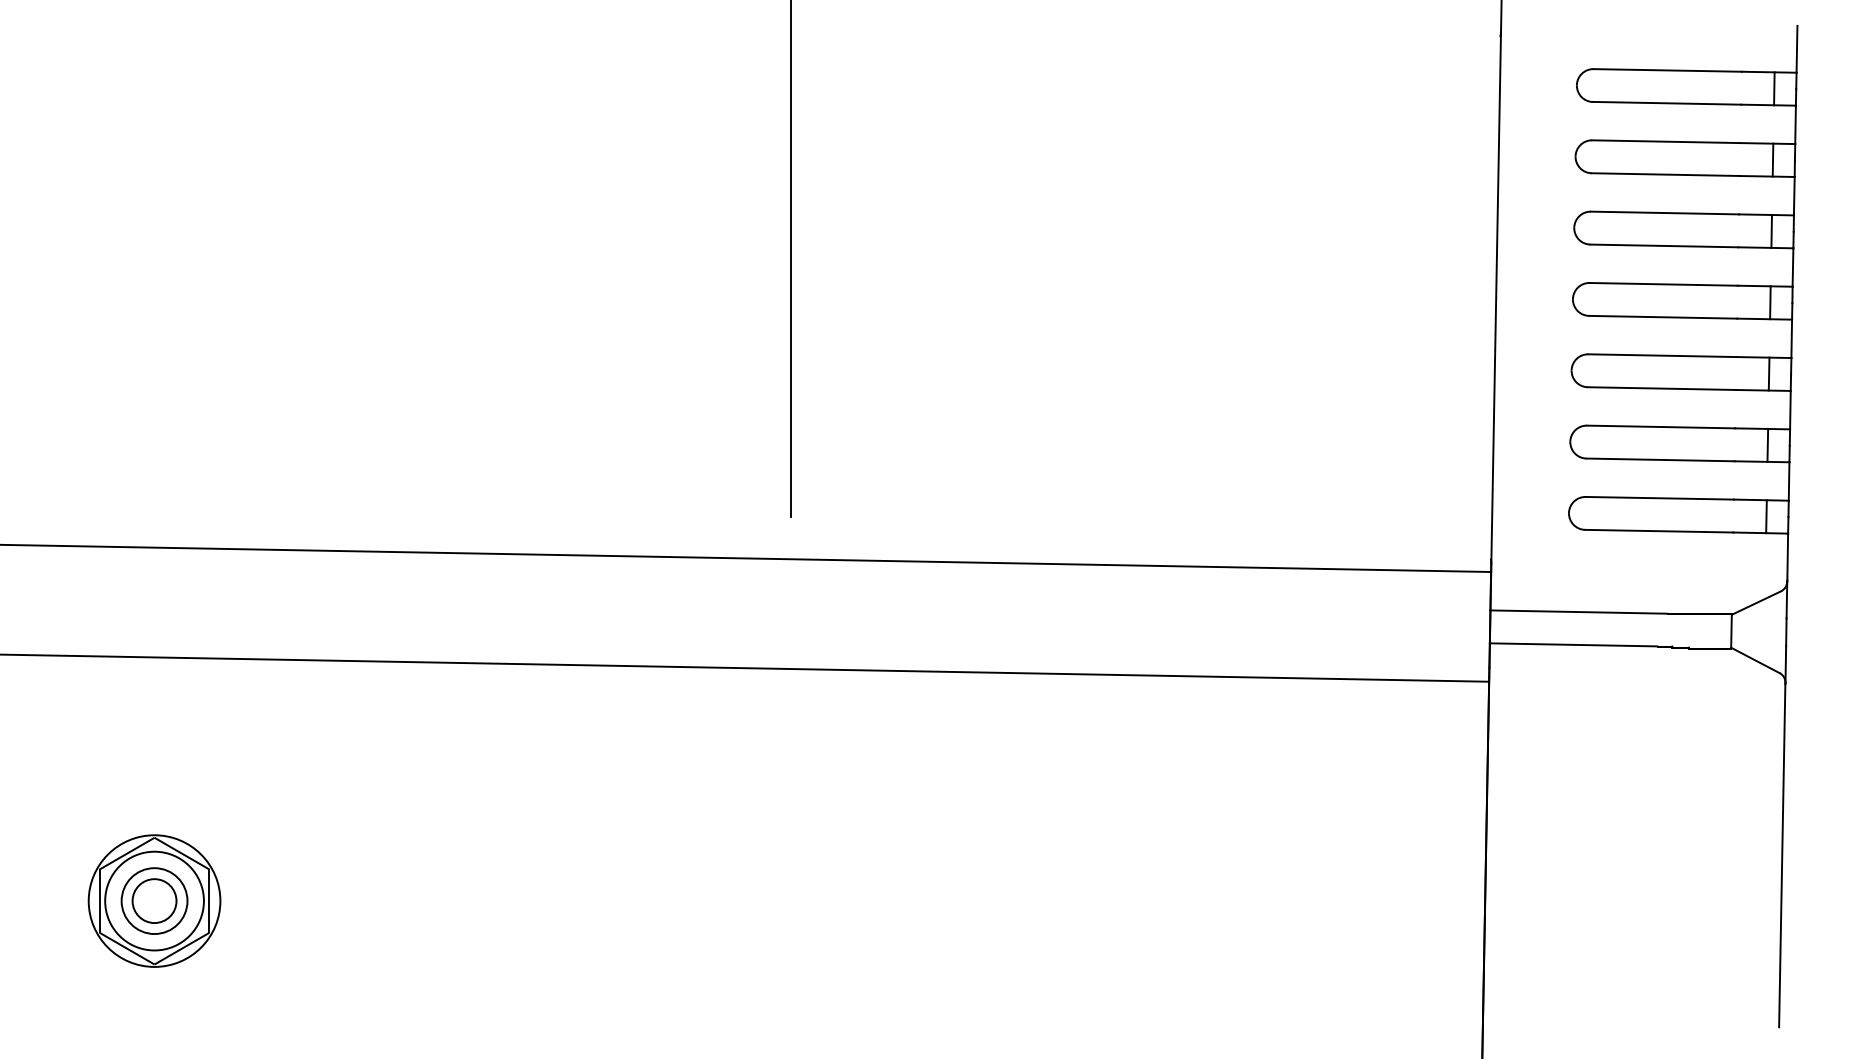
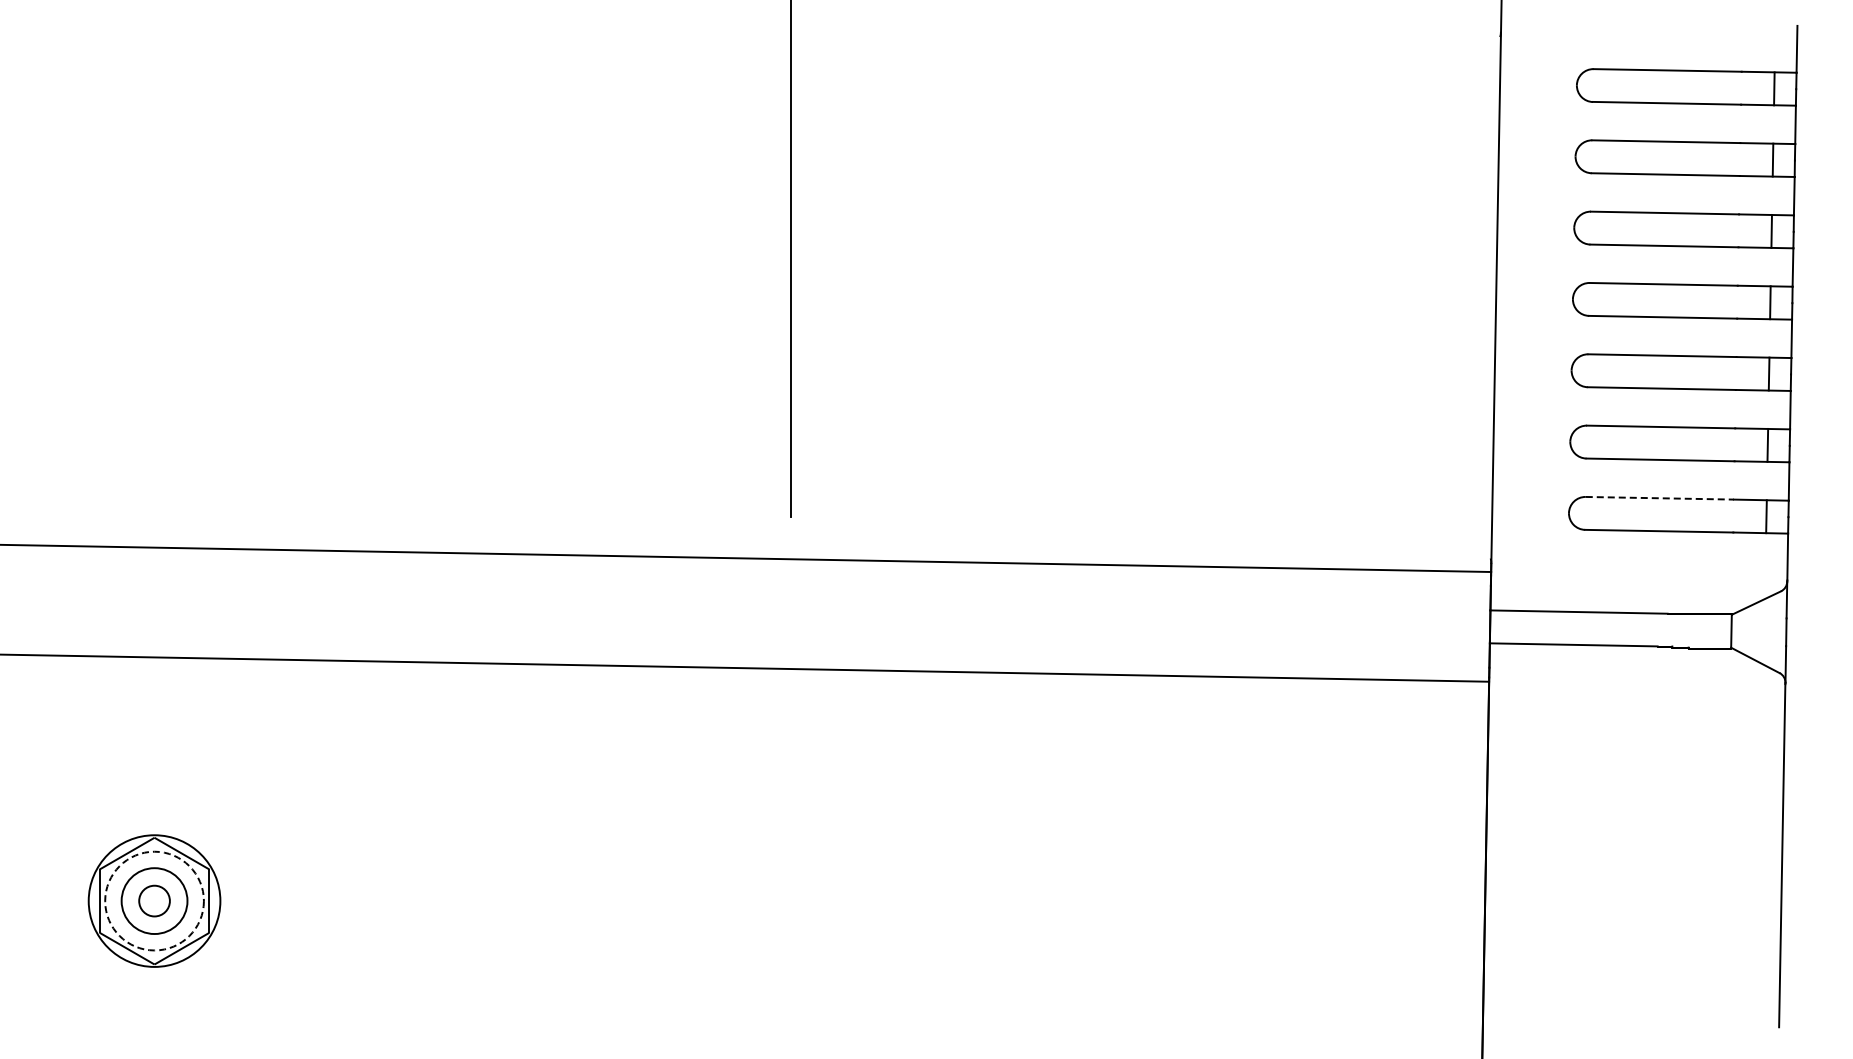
line at (1660, 498): solid -> dashed
circle at (154, 900): solid -> dashed
circle at (154, 901) diameter: 44 px -> 31 px
